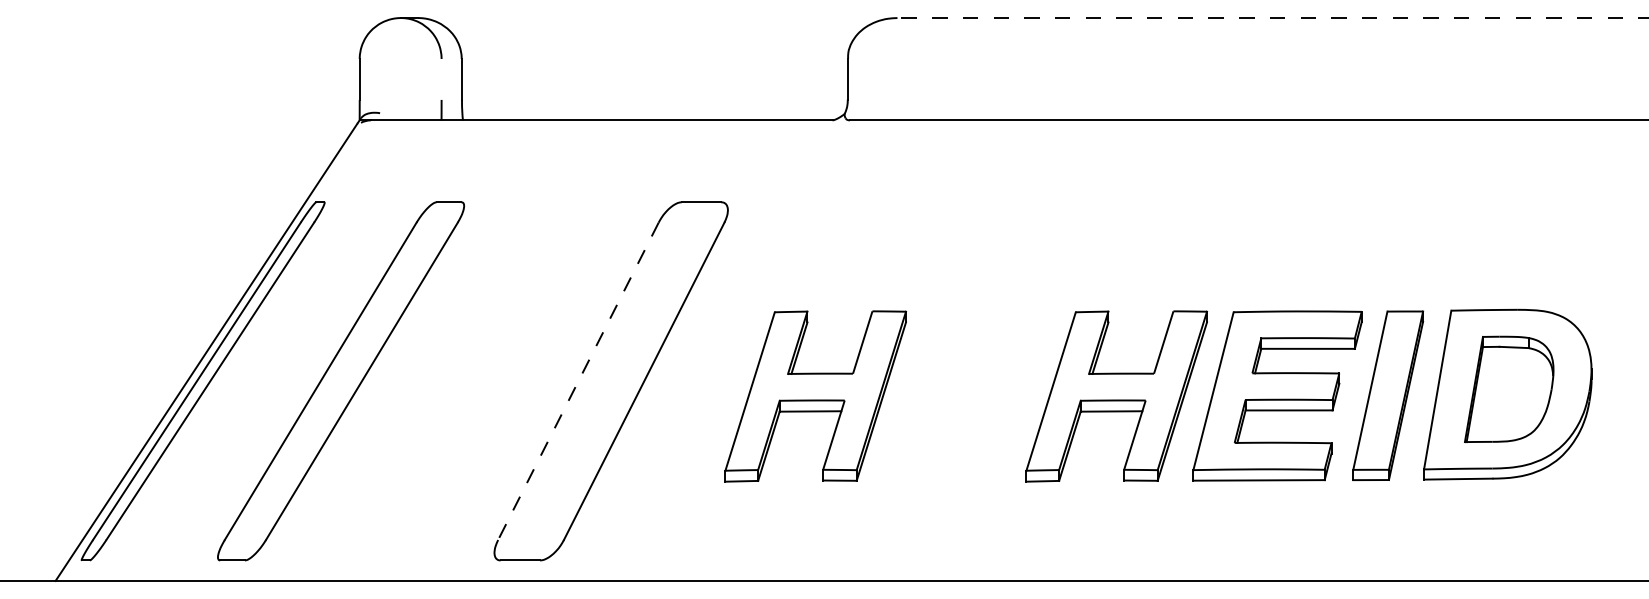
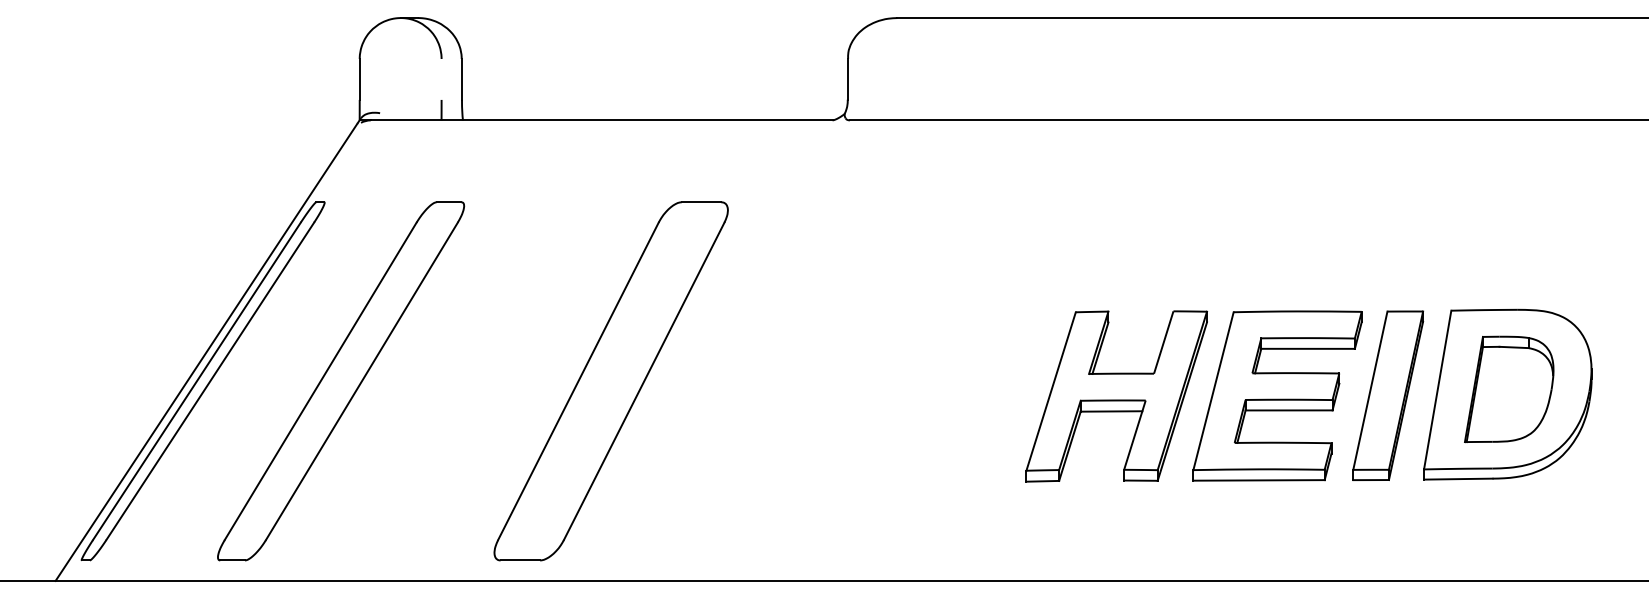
line at (1272, 18): dashed -> solid
line at (578, 381): dashed -> solid
part at (815, 396): present -> none
